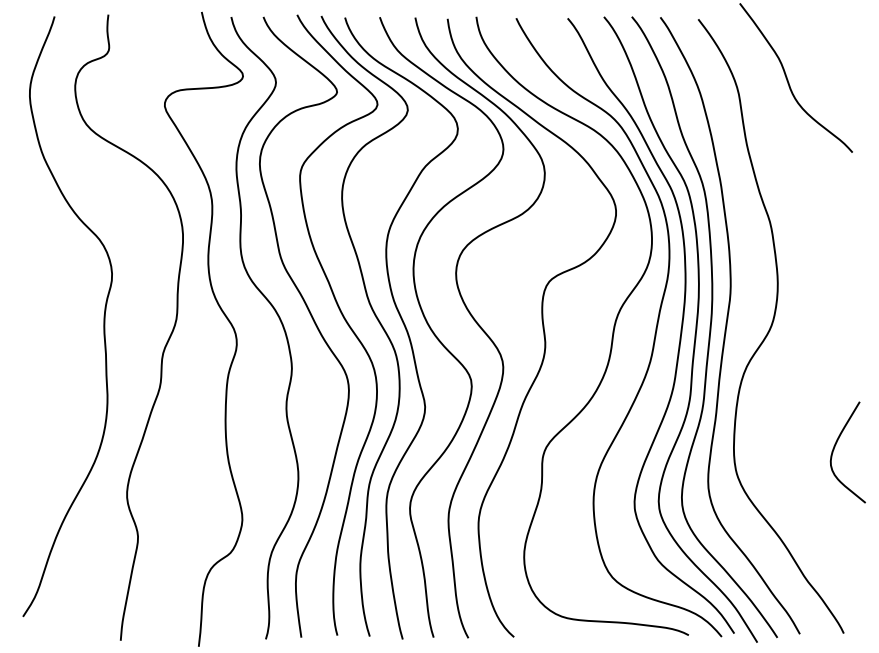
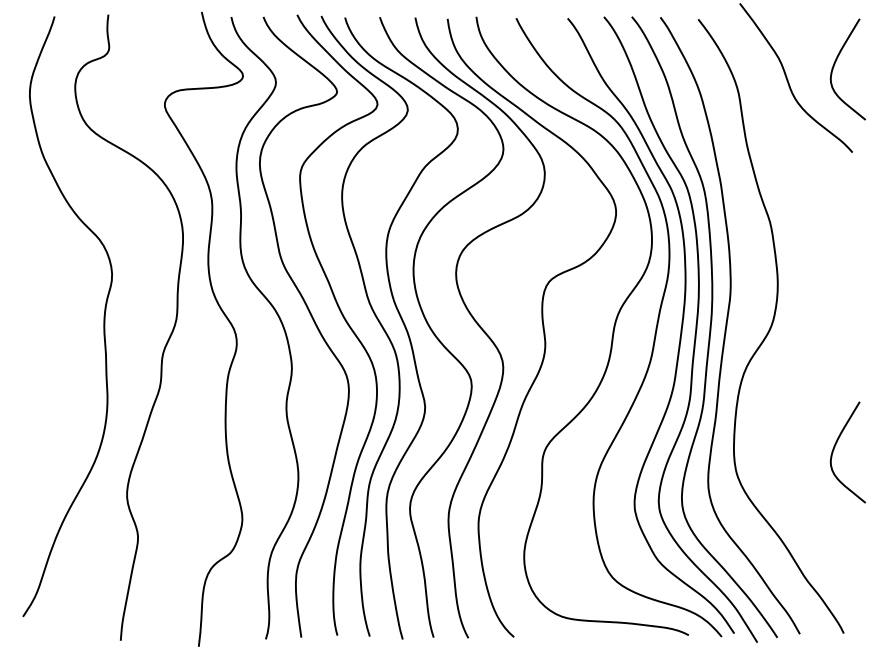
curve at (835, 64): none -> present
